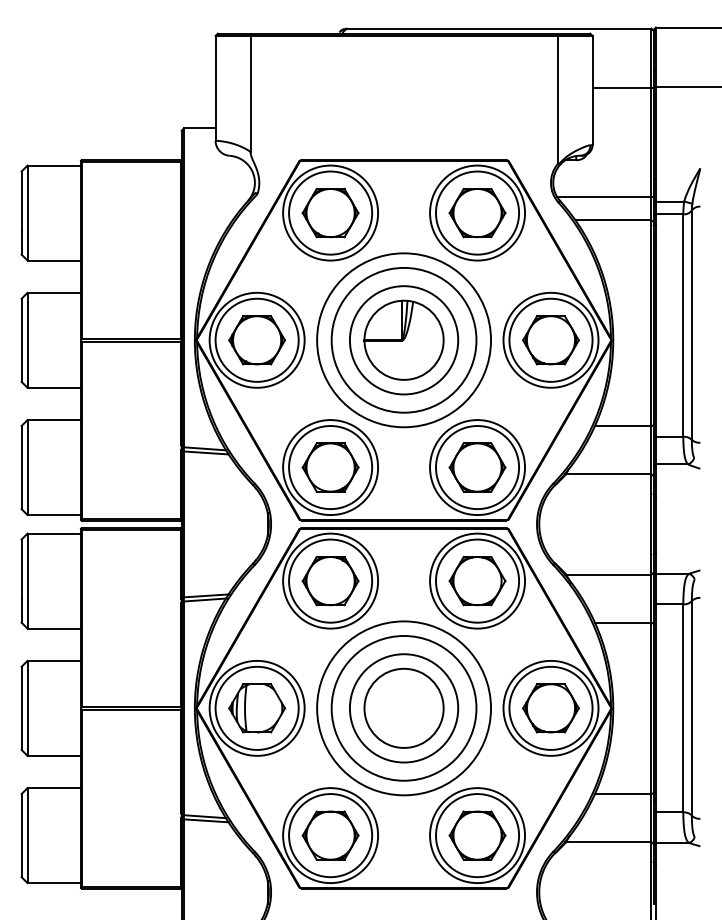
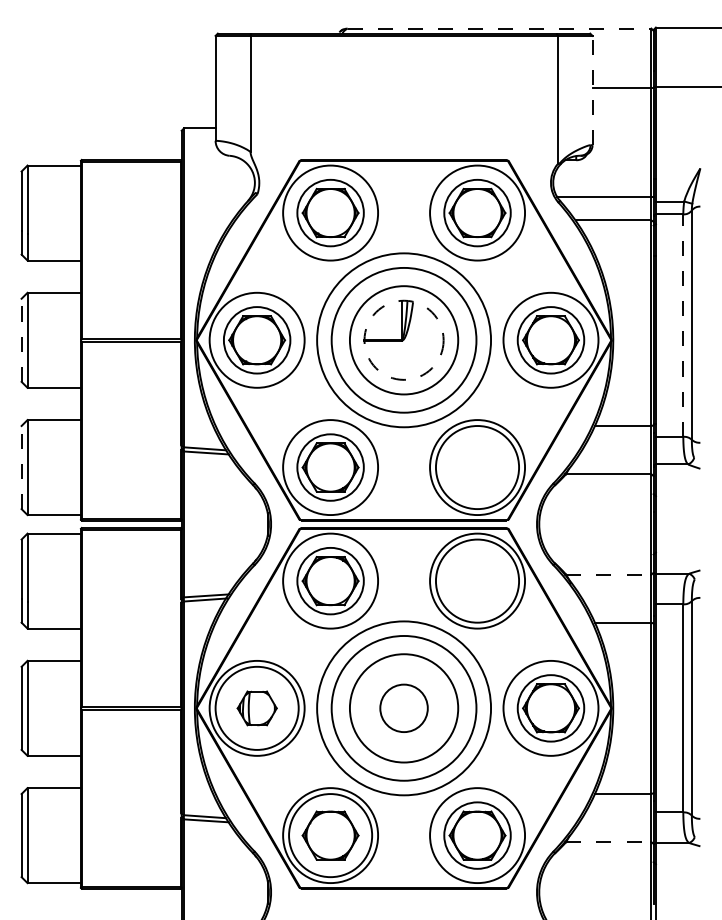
line at (499, 28): solid -> dashed
line at (592, 90): solid -> dashed
circle at (330, 212) diameter: 83 px -> 66 px
circle at (477, 212) diameter: 83 px -> 66 px
line at (683, 325): solid -> dashed
circle at (256, 339) diameter: 83 px -> 66 px
circle at (403, 339): solid -> dashed
circle at (550, 339) diameter: 83 px -> 66 px
line at (21, 340): solid -> dashed
line at (21, 467): solid -> dashed
circle at (330, 467) diameter: 83 px -> 66 px
part at (477, 467): present -> none
line at (608, 574): solid -> dashed
circle at (330, 580) diameter: 83 px -> 66 px
part at (477, 581): present -> none
circle at (403, 707) diameter: 79 px -> 47 px
circle at (550, 707) diameter: 83 px -> 66 px
part at (257, 708) size: 59x51 px -> 42x37 px
circle at (477, 835) diameter: 83 px -> 66 px
line at (608, 842): solid -> dashed
